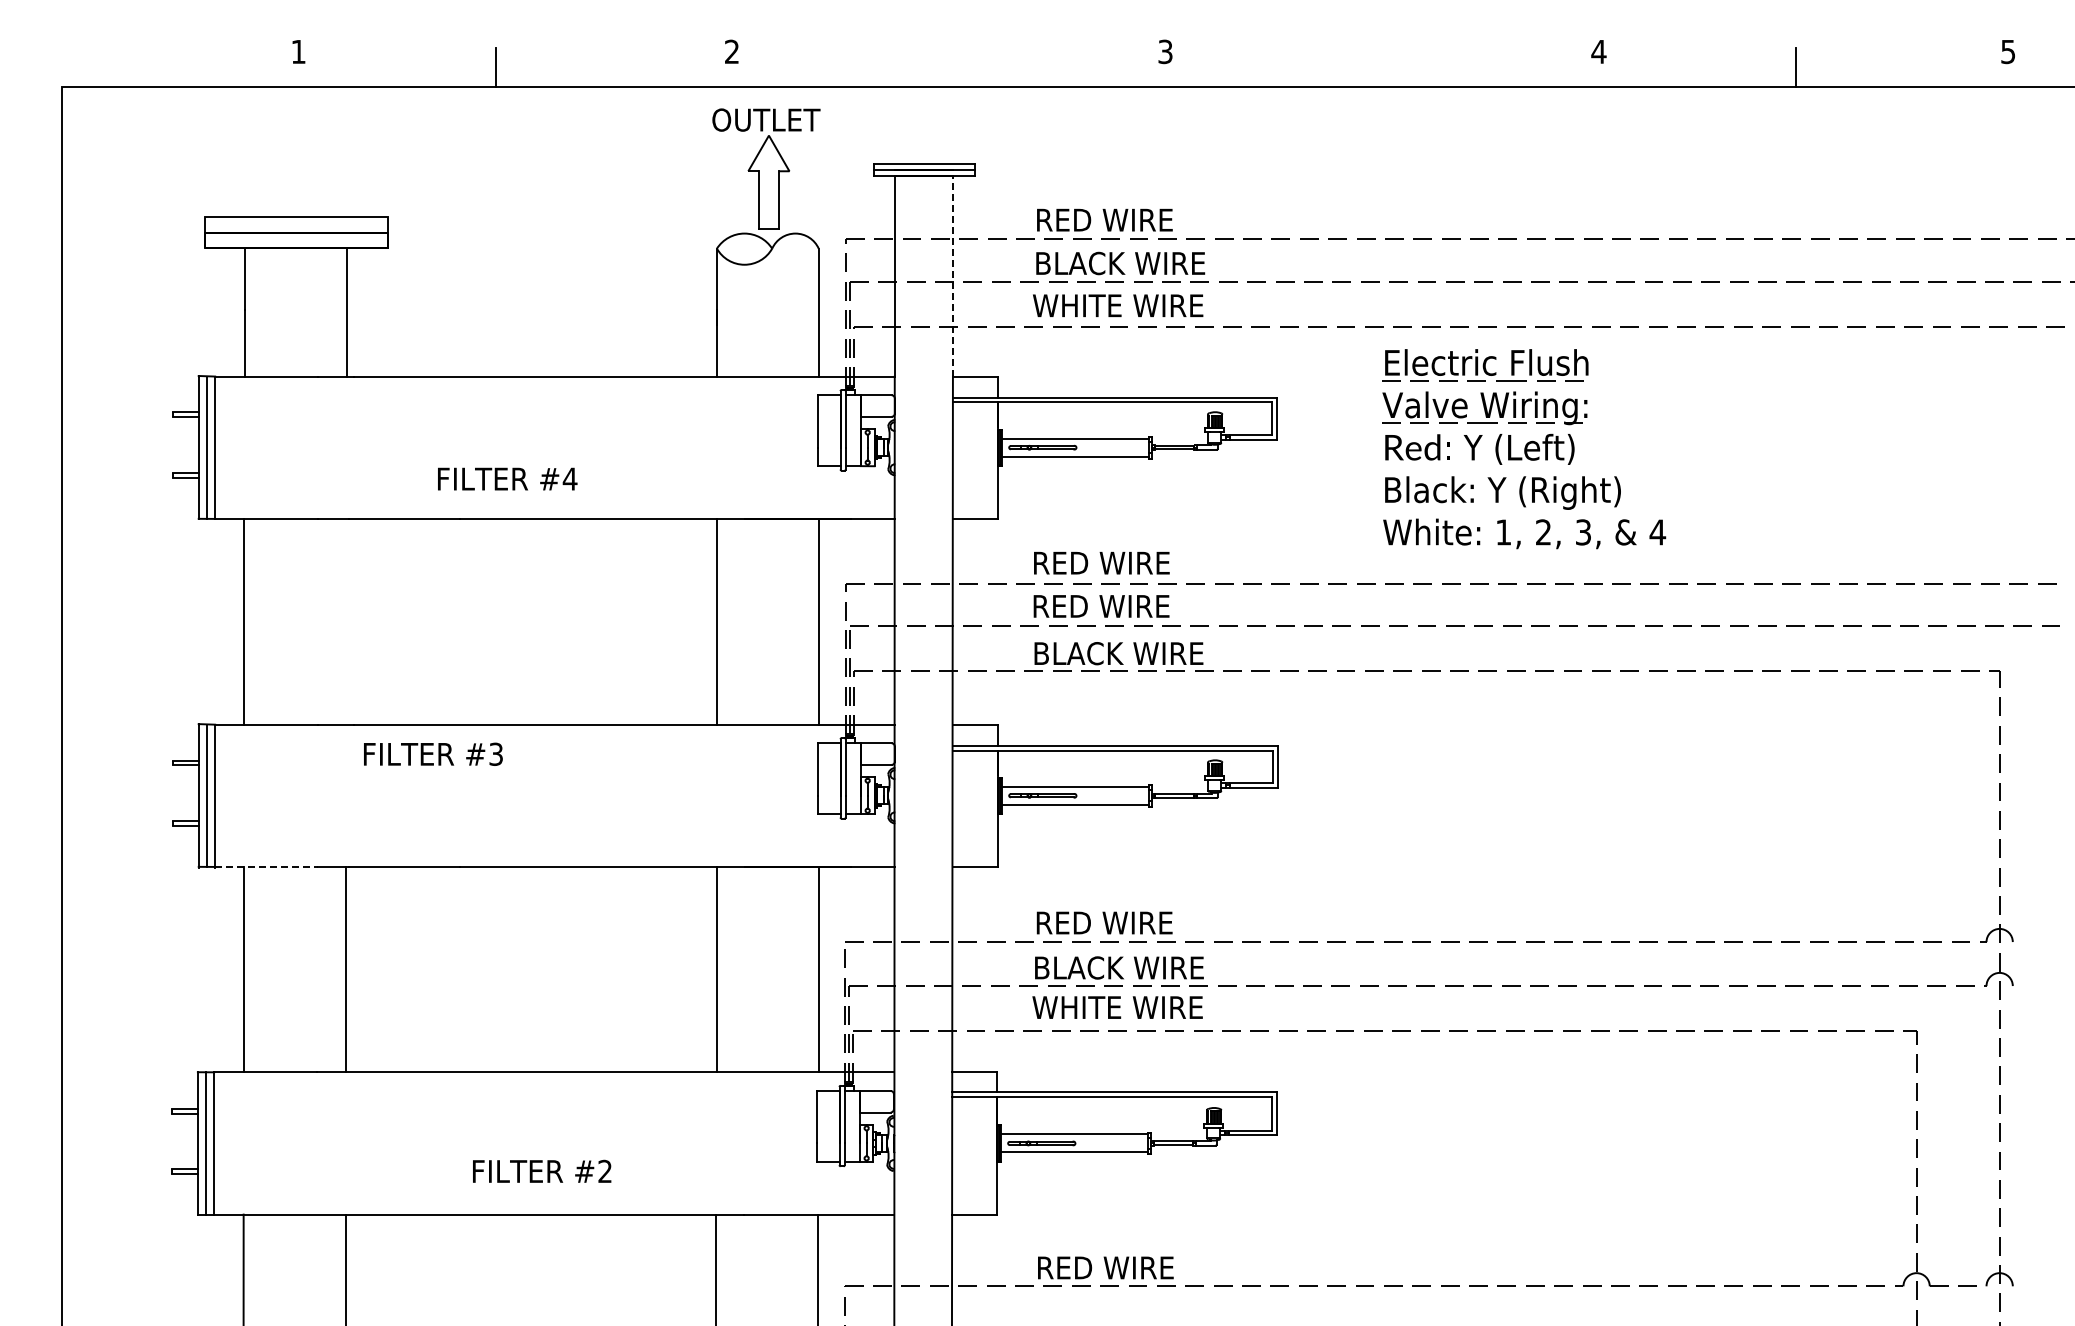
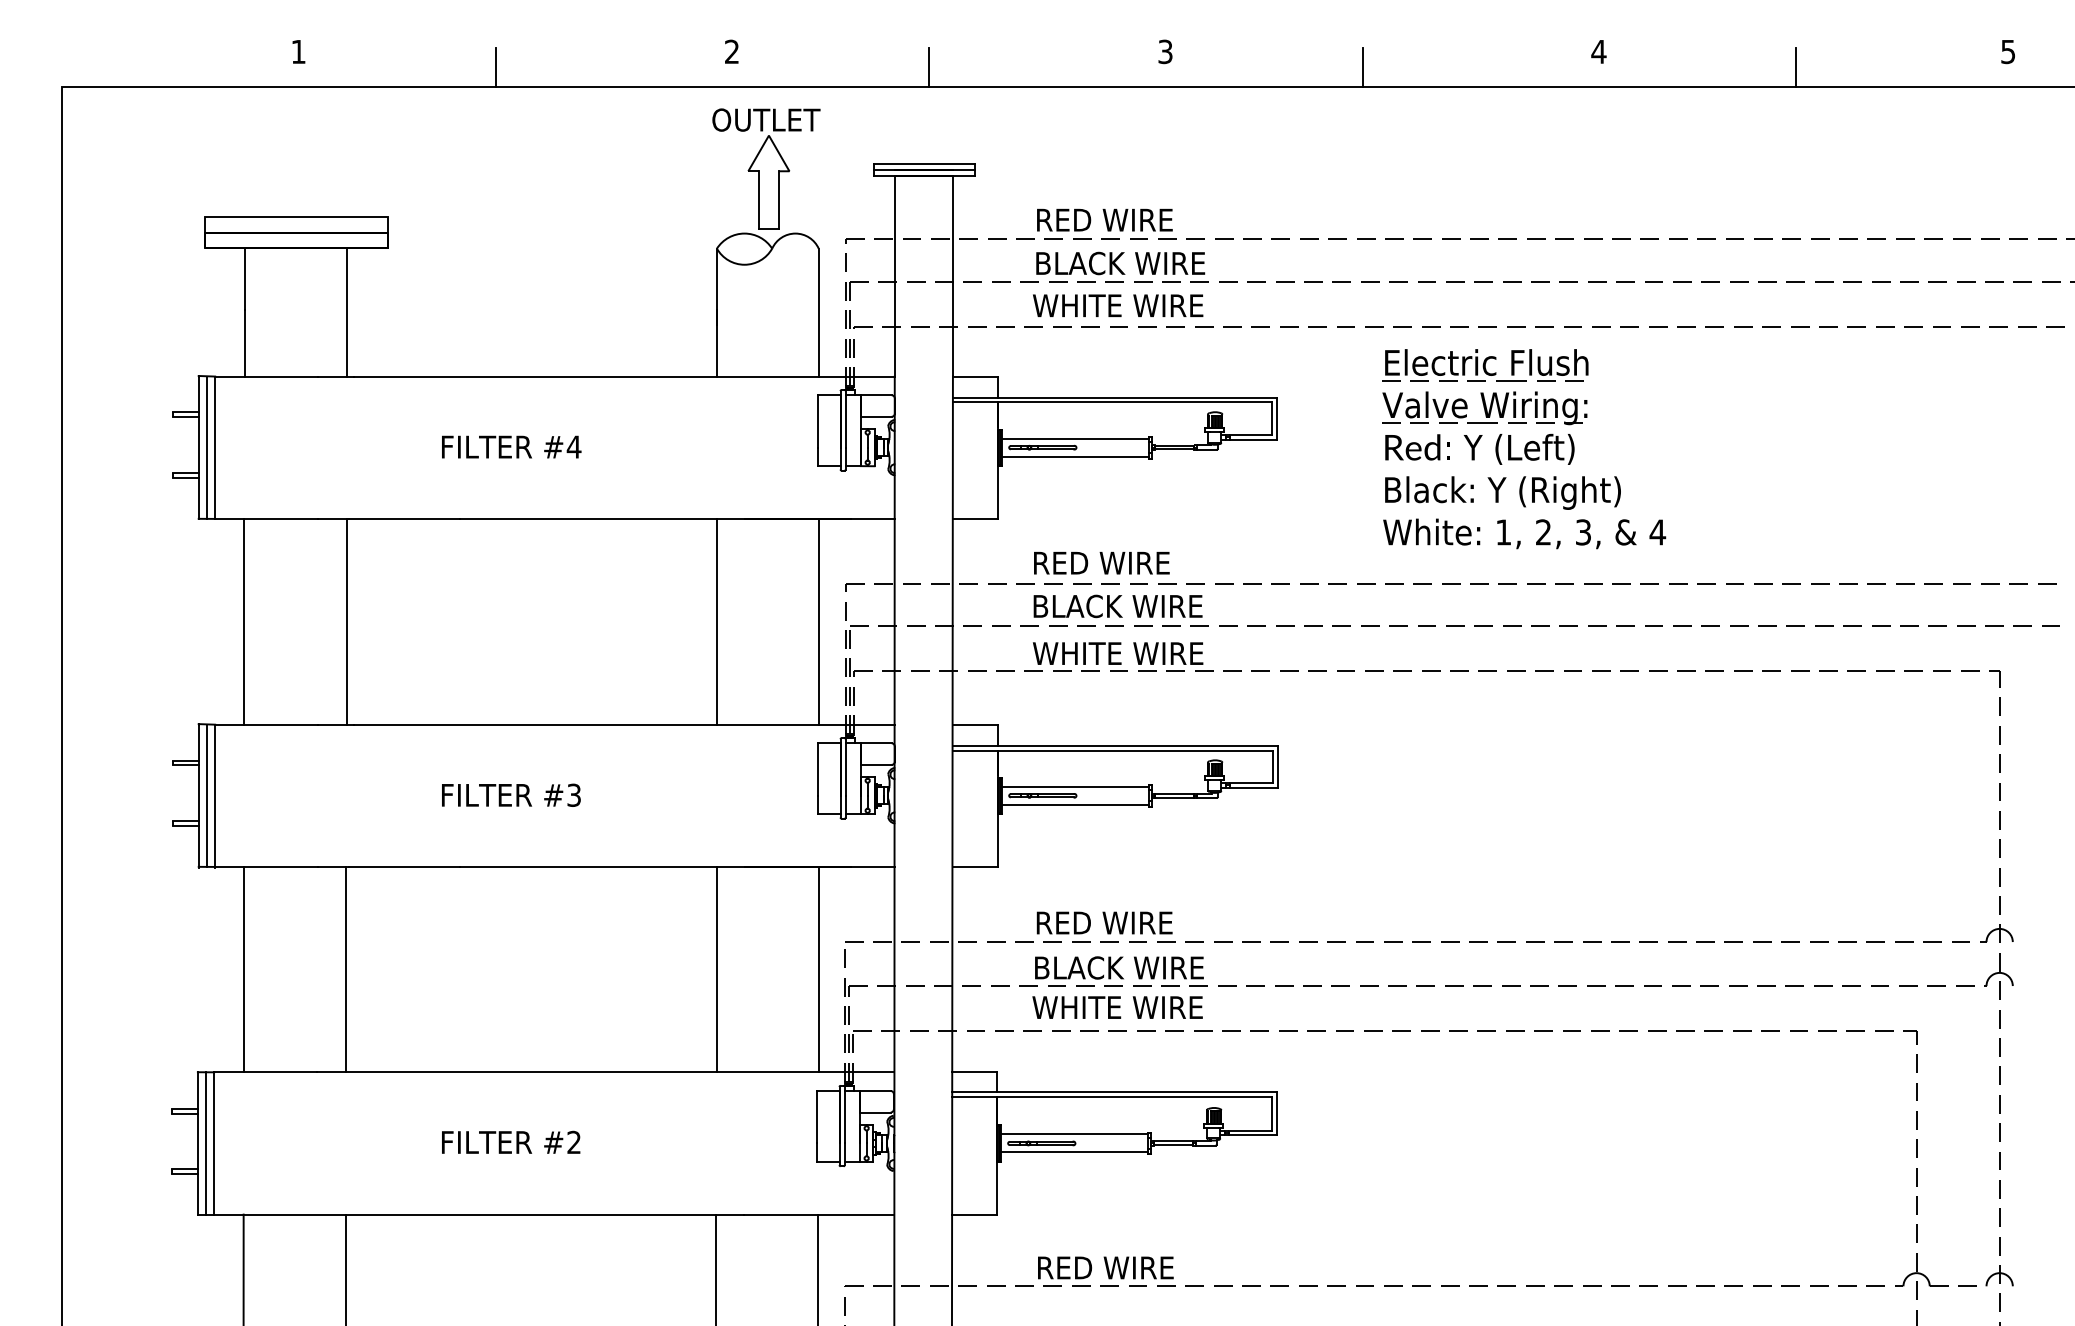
line at (929, 67): none -> present
line at (1362, 67): none -> present
line at (952, 275): dashed -> solid
text at (507, 478) position: (507, 478) -> (511, 446)
text at (1119, 606): RED WIRE -> BLACK WIRE
line at (346, 621): none -> present
text at (1077, 653): BLACK WIRE -> WHITE WIRE
text at (433, 753) position: (433, 753) -> (511, 794)
line at (267, 866): dashed -> solid
text at (542, 1170) position: (542, 1170) -> (511, 1141)
